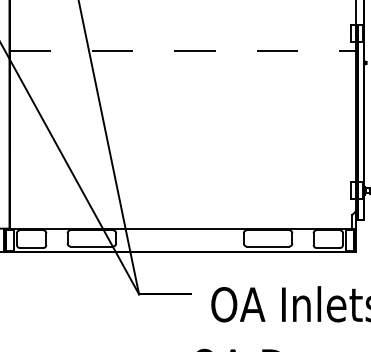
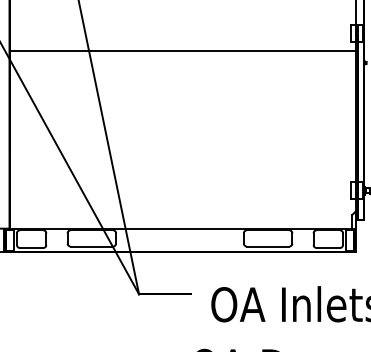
line at (182, 50): dashed -> solid
